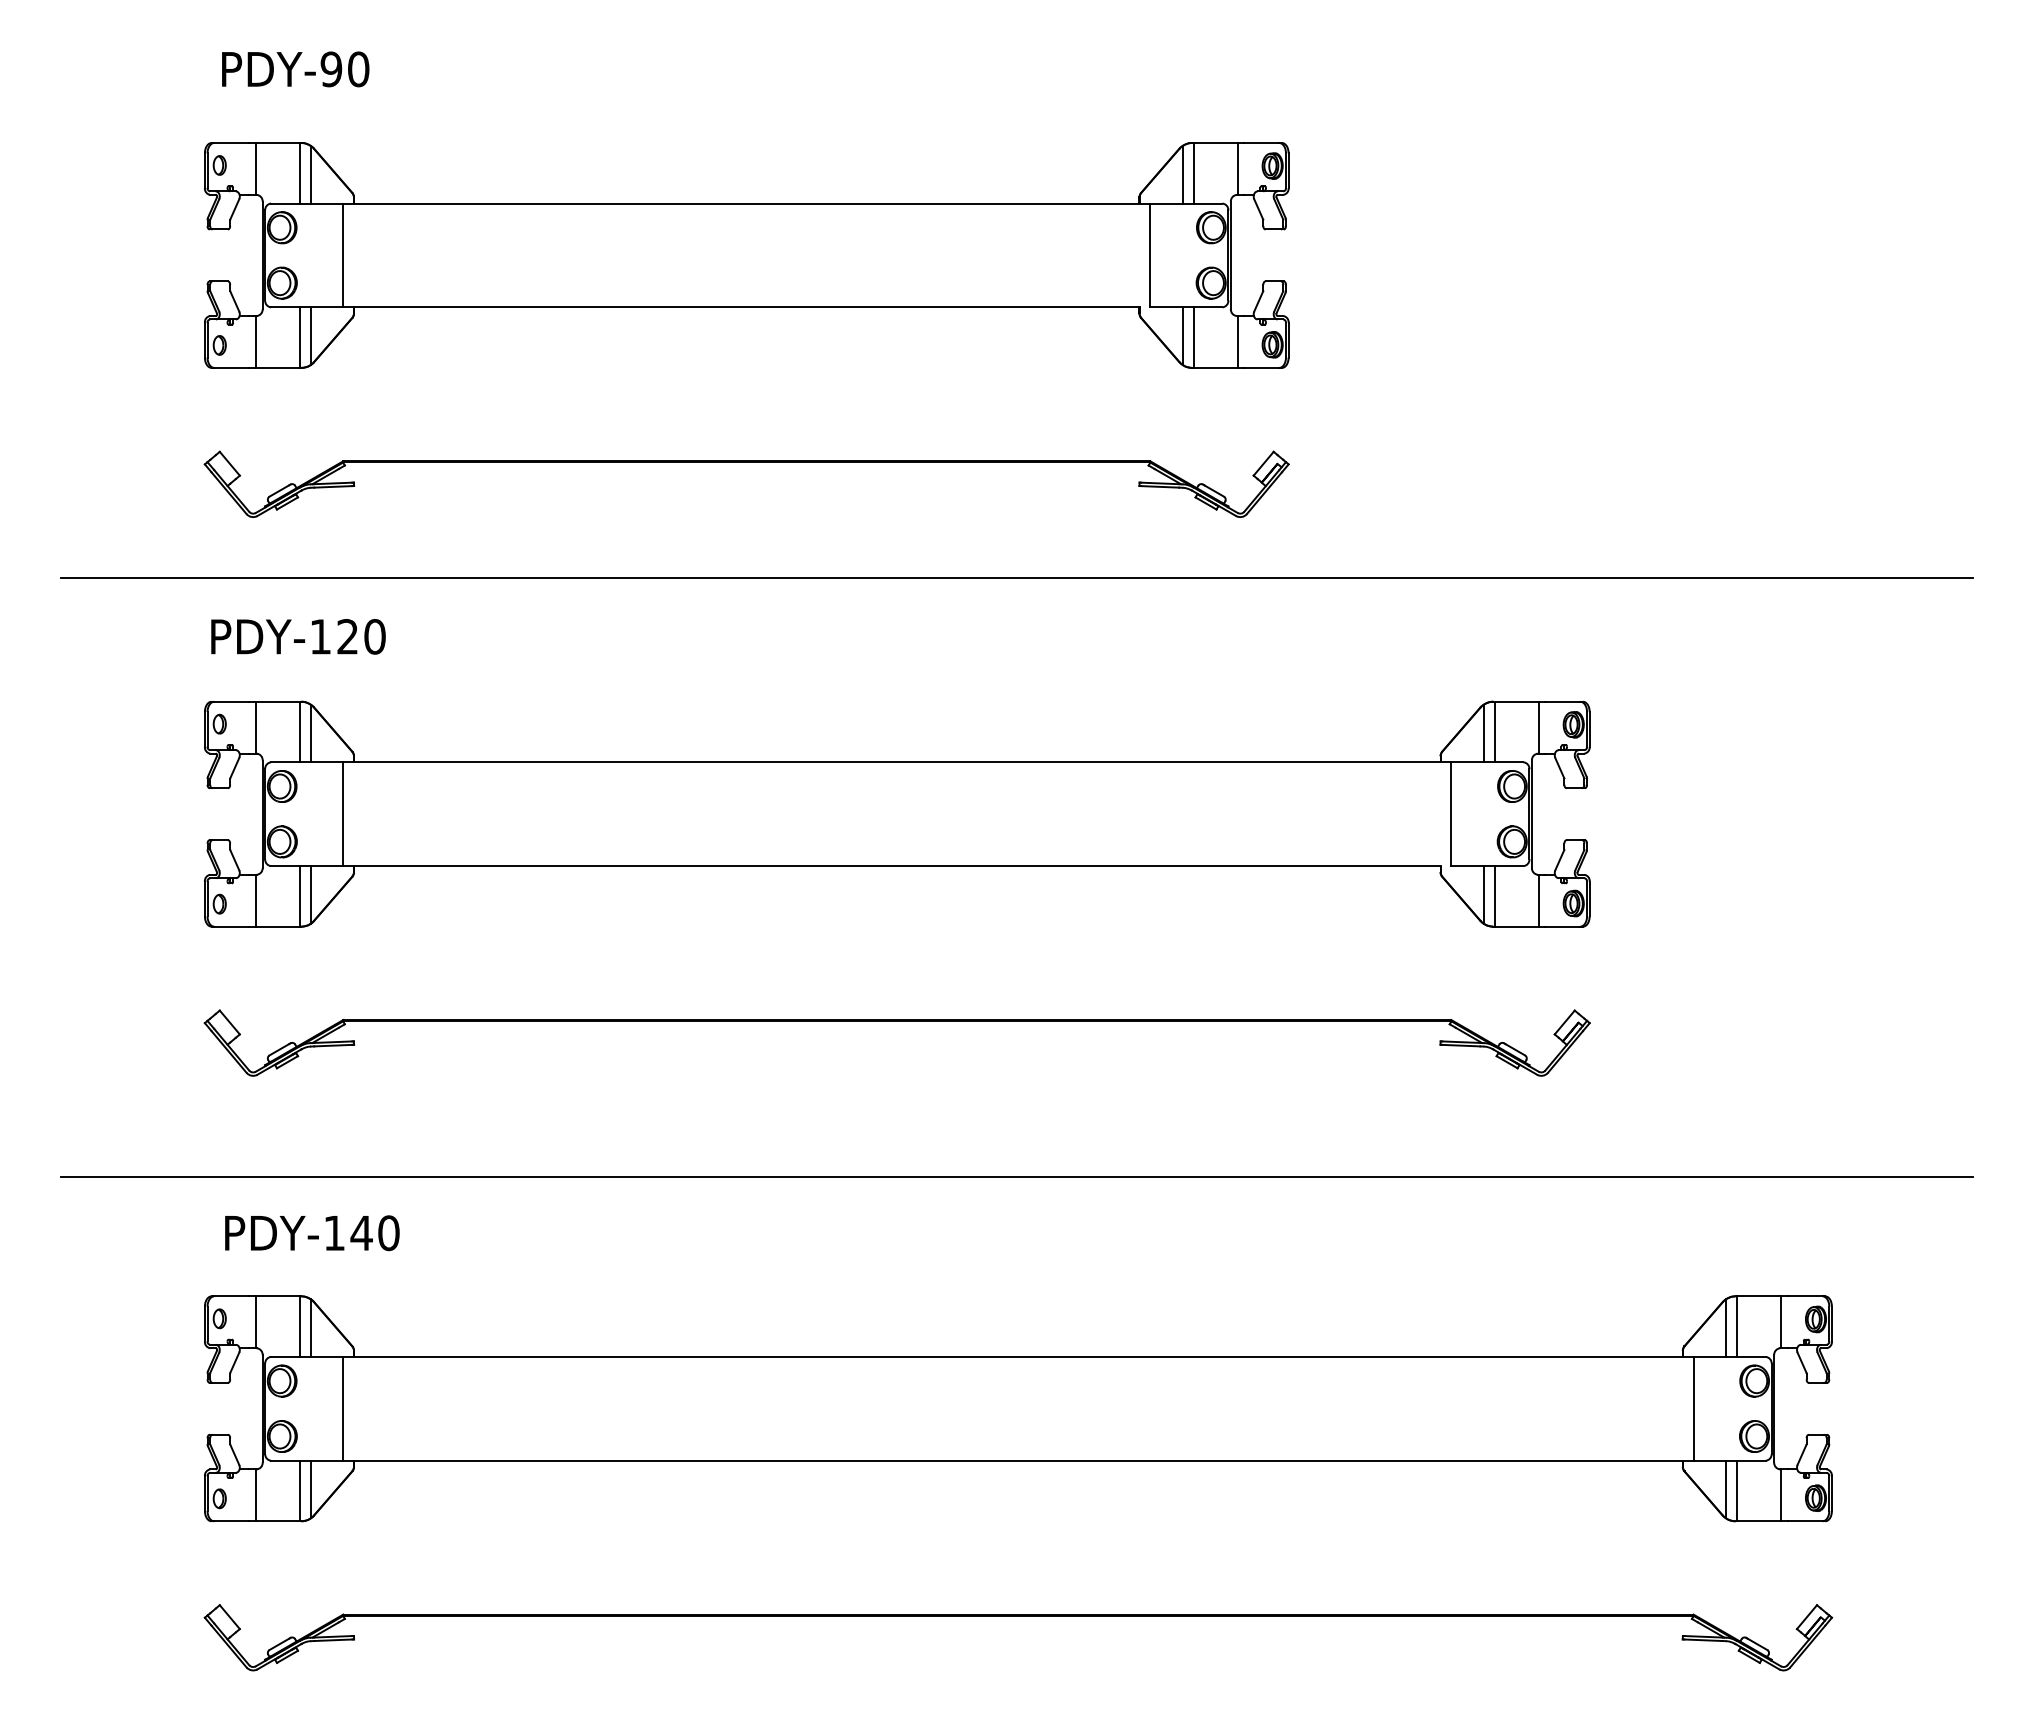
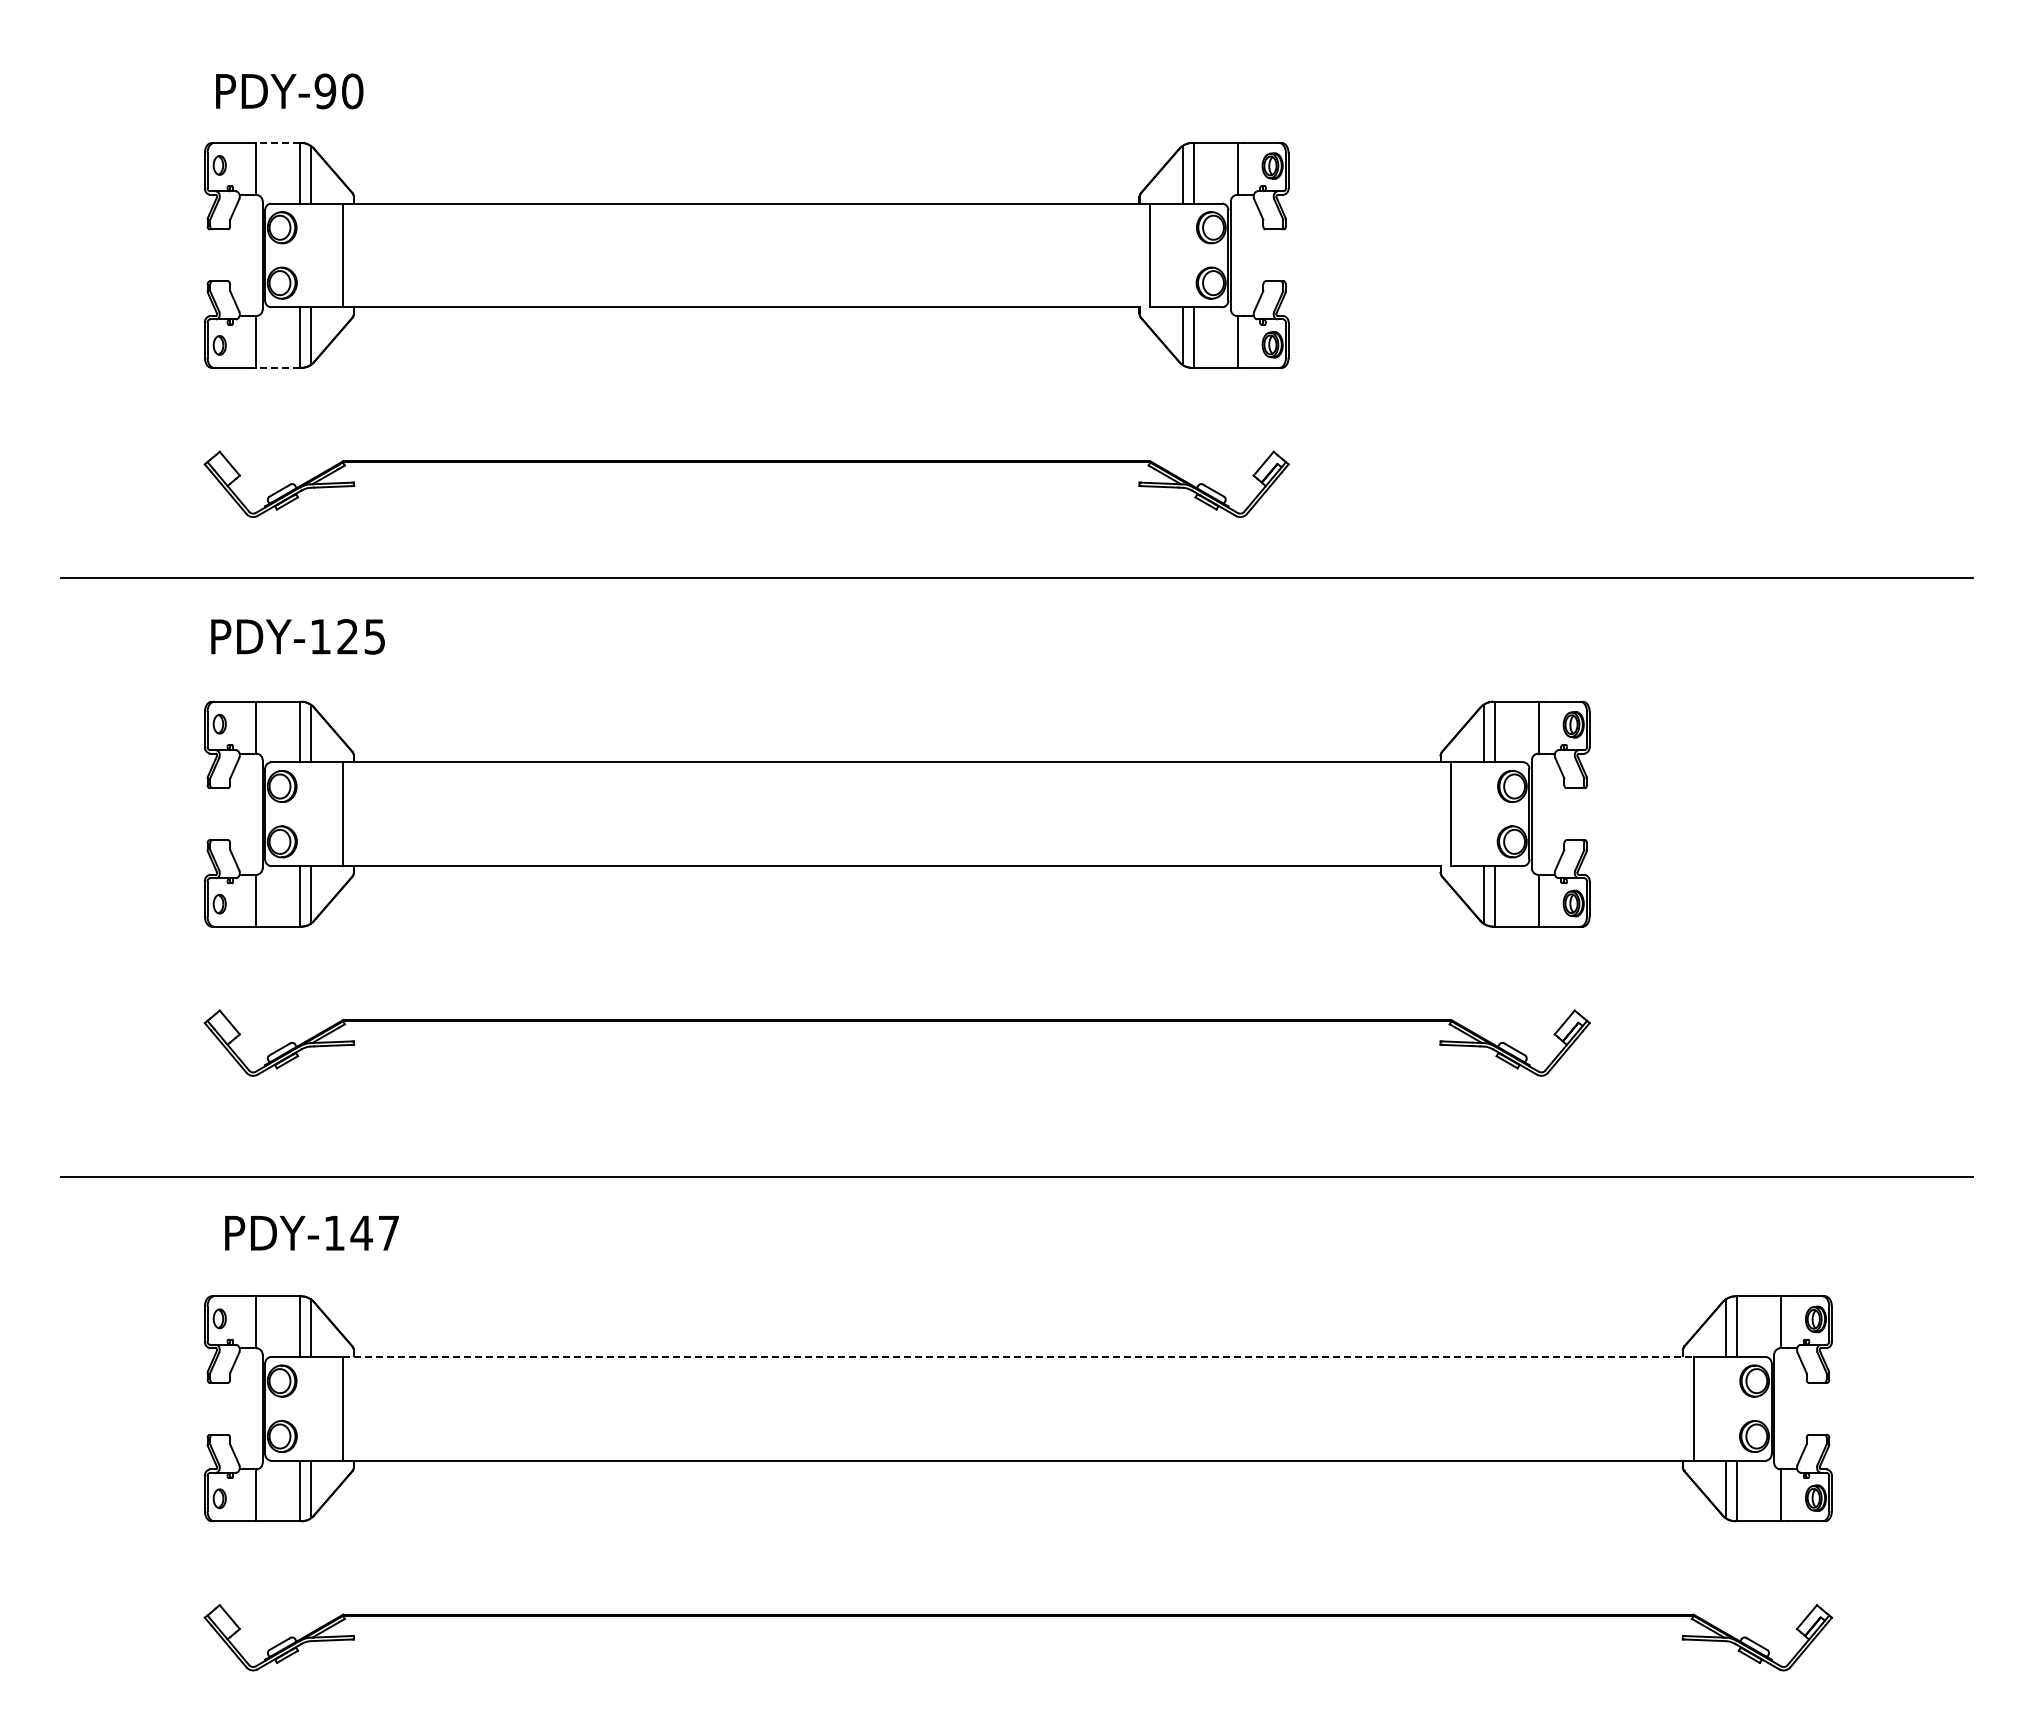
text at (295, 69) position: (295, 69) -> (289, 91)
line at (277, 142): solid -> dashed
line at (277, 367): solid -> dashed
text at (374, 636): PDY-120 -> PDY-125
text at (388, 1233): PDY-140 -> PDY-147
line at (1018, 1356): solid -> dashed
